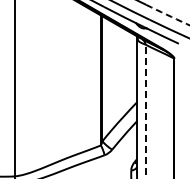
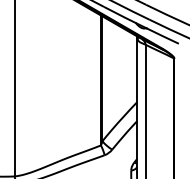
arc at (168, 15): dashed -> solid
line at (145, 111): dashed -> solid
